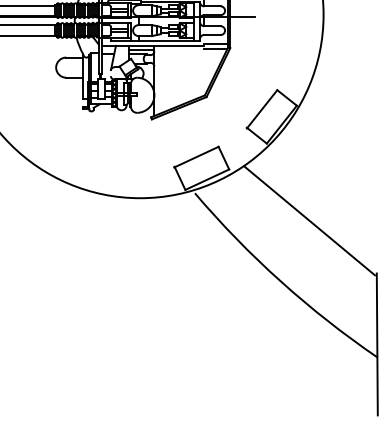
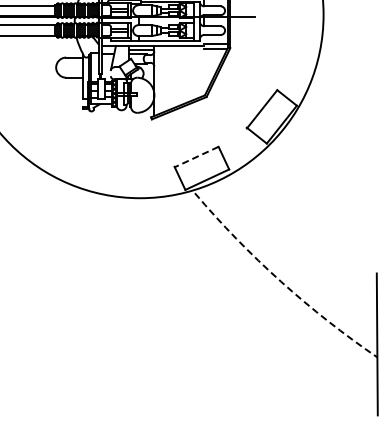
line at (196, 157): solid -> dashed
line at (309, 220): present -> none
arc at (280, 281): solid -> dashed
